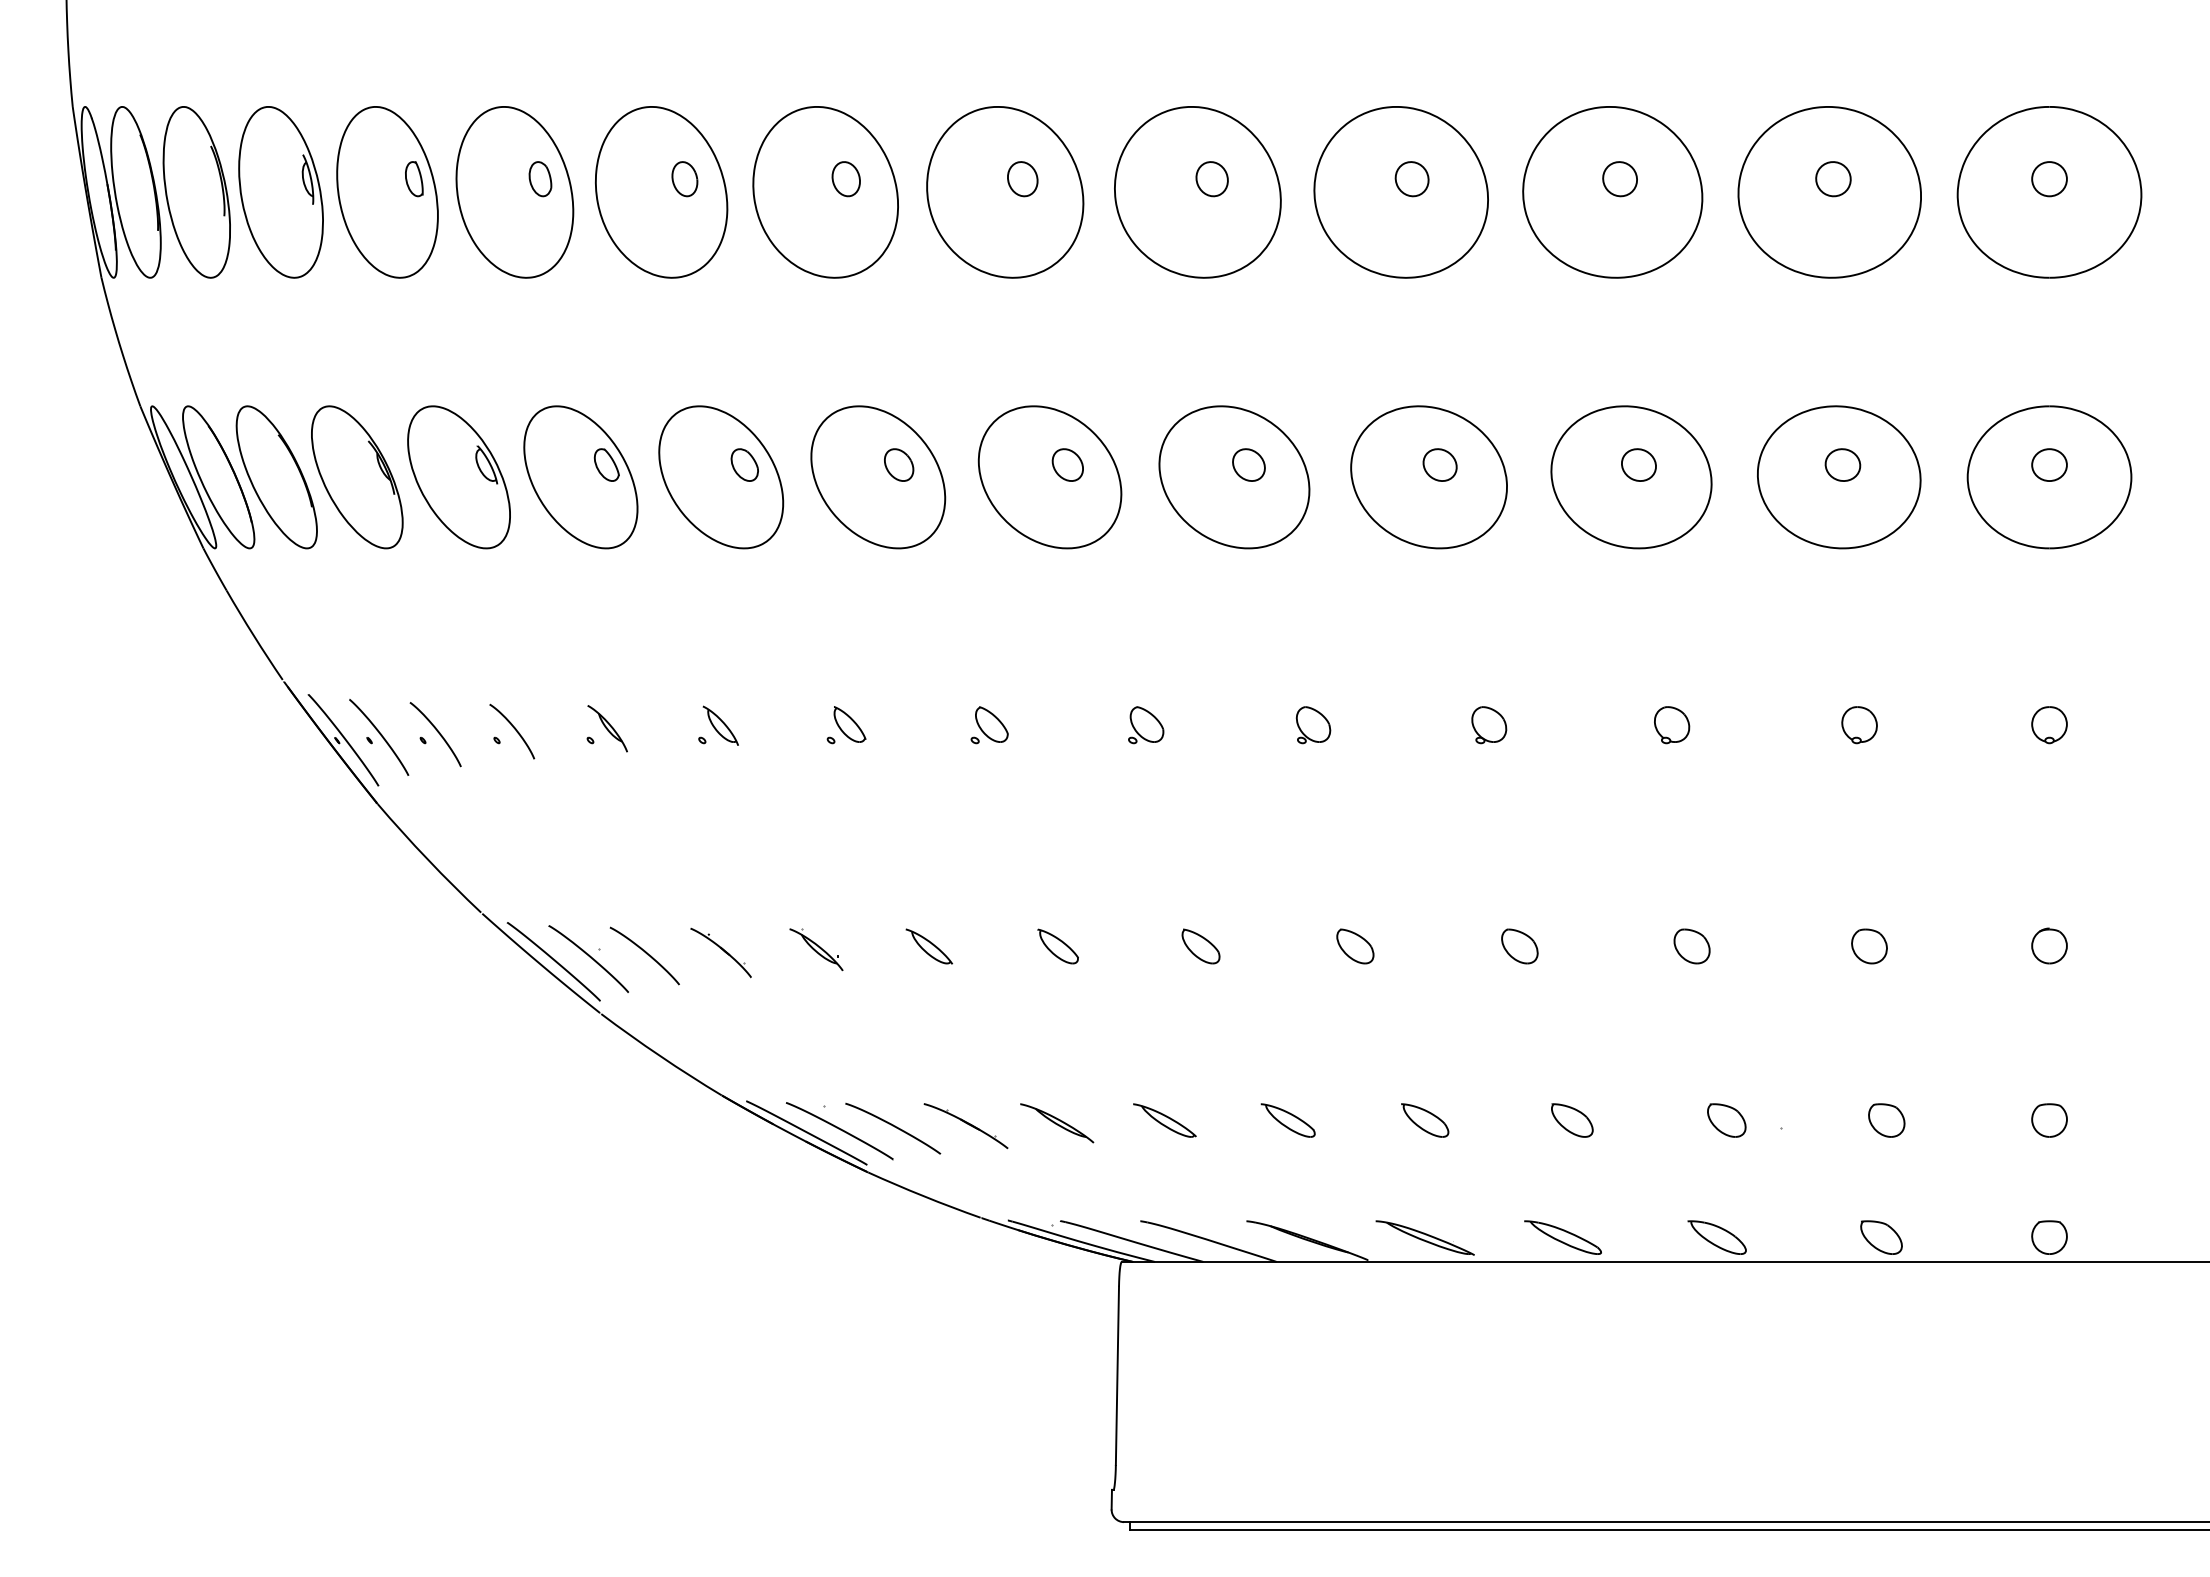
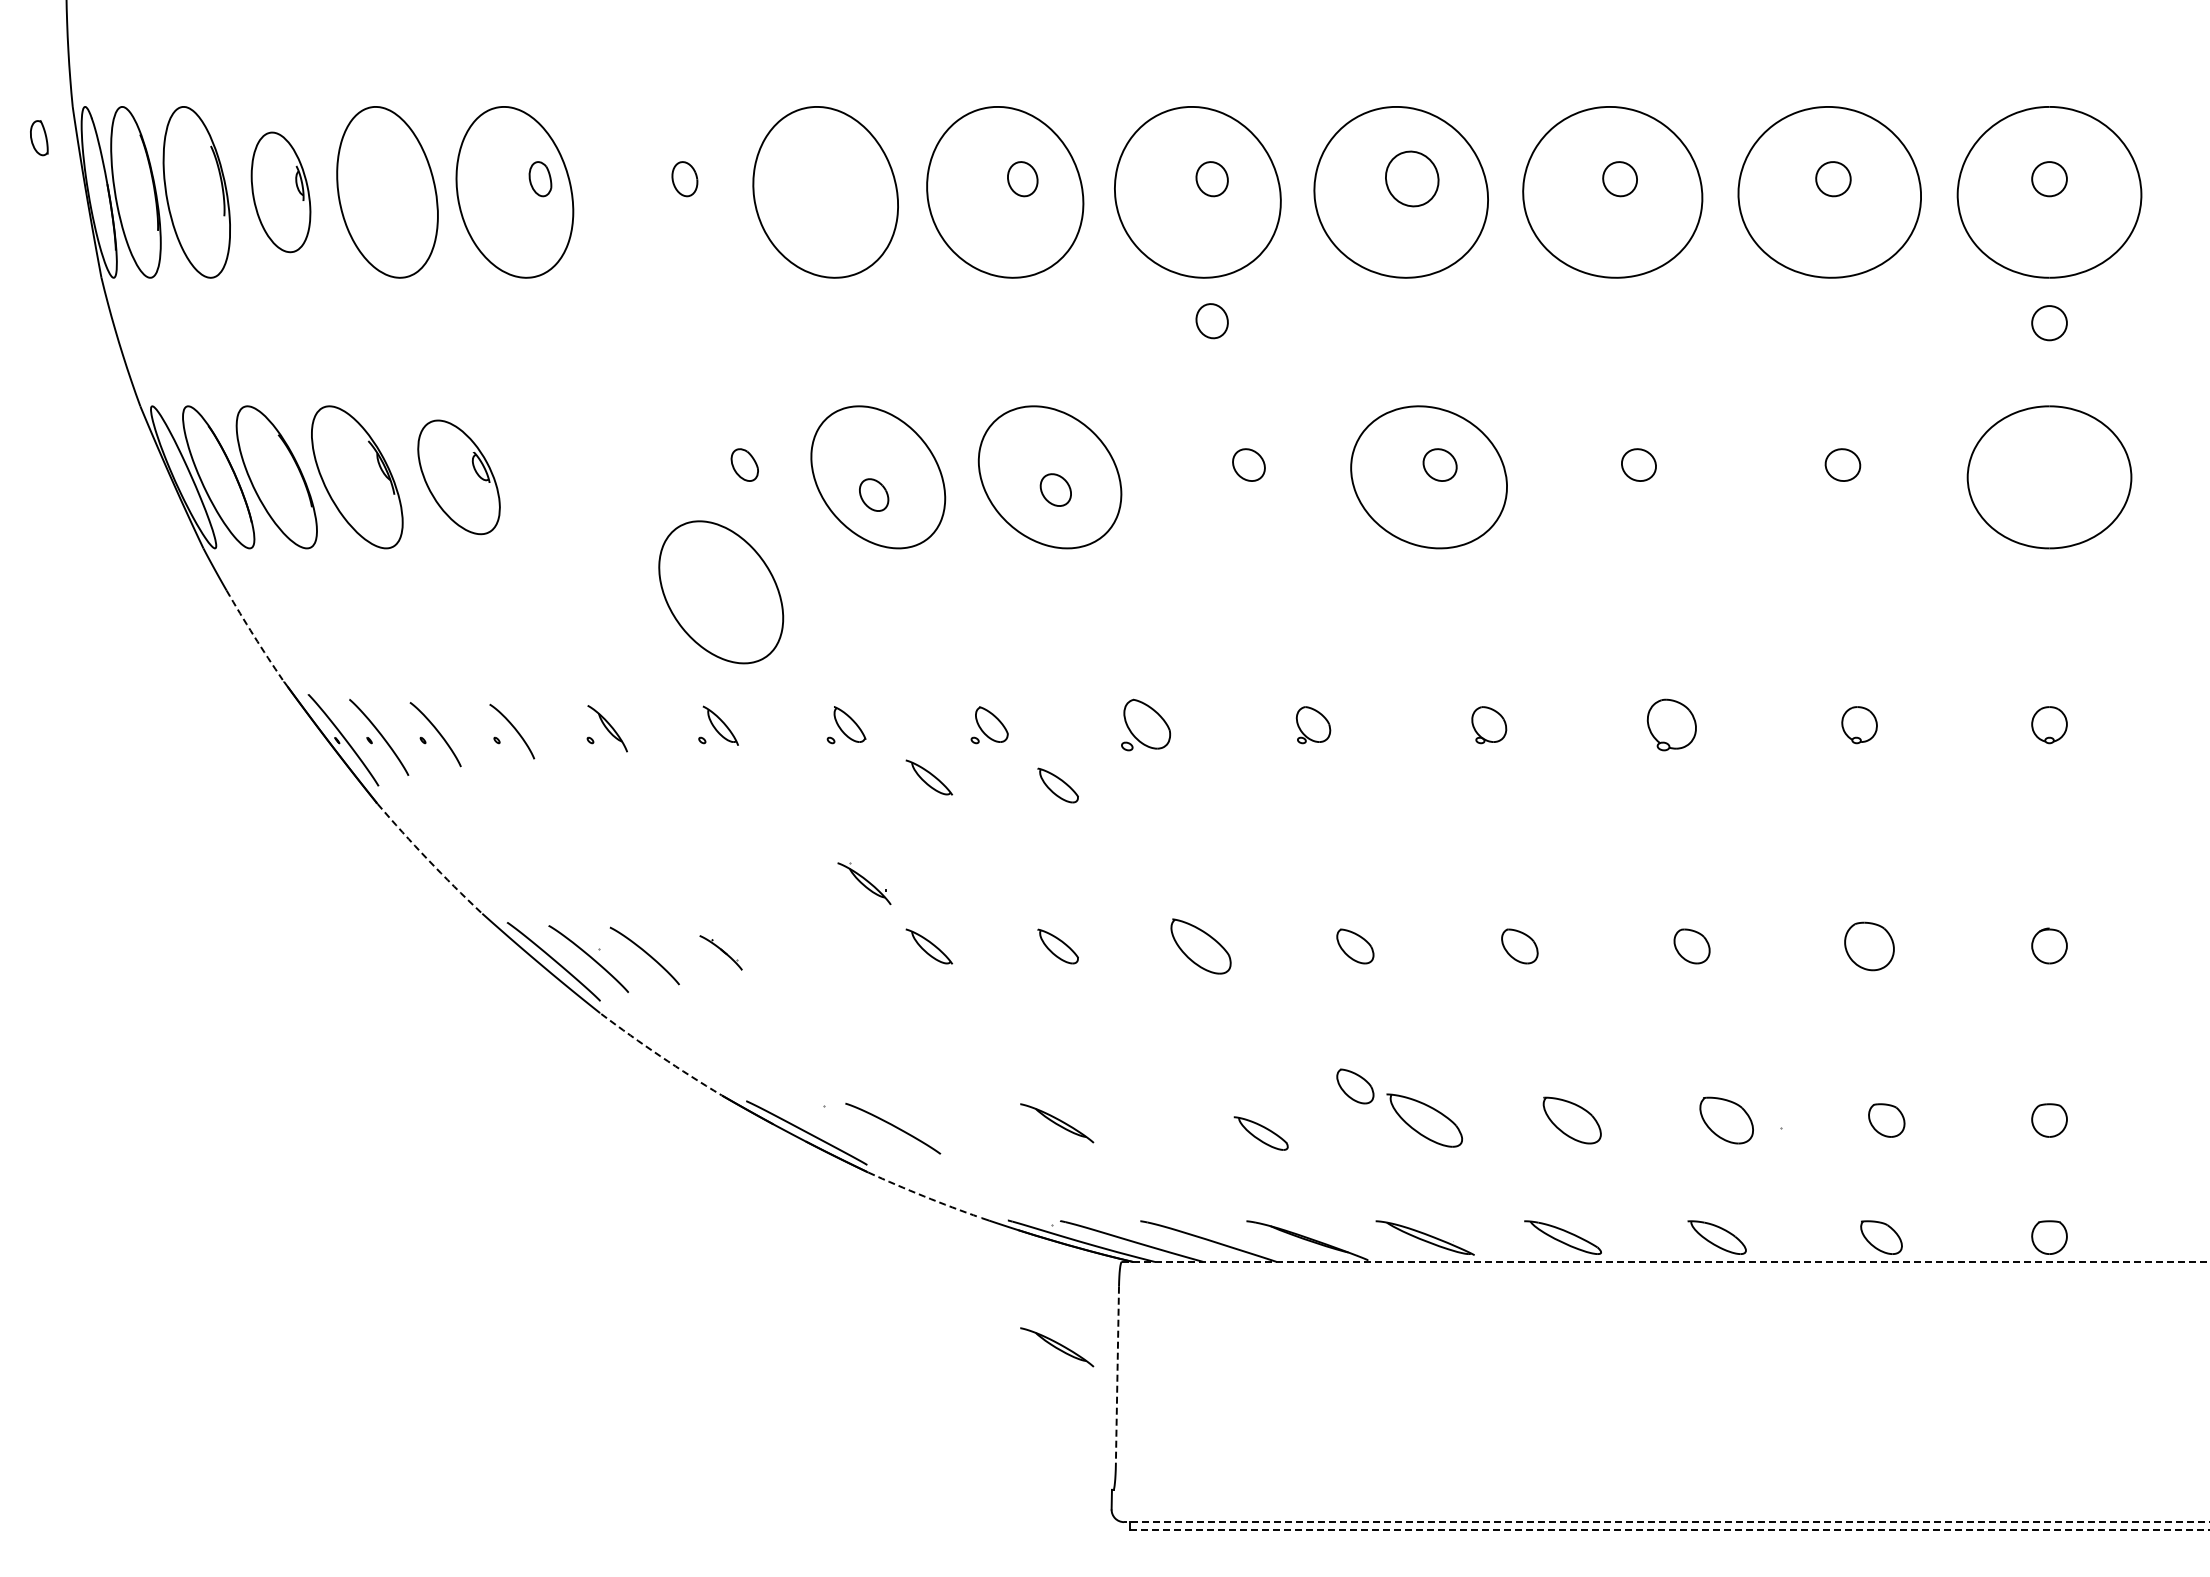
part at (414, 179) position: (414, 179) -> (39, 138)
part at (845, 179): present -> none
part at (1411, 179) size: 36x37 px -> 55x58 px
part at (280, 192) size: 86x173 px -> 62x123 px
part at (661, 192): present -> none
part at (1211, 321): none -> present
part at (2049, 323): none -> present
part at (899, 464) position: (899, 464) -> (874, 494)
part at (1067, 464) position: (1067, 464) -> (1055, 489)
part at (2049, 464): present -> none
part at (458, 477) size: 104x145 px -> 84x117 px
part at (580, 477): present -> none
part at (721, 477) position: (721, 477) -> (721, 592)
part at (1234, 477): present -> none
part at (1631, 477): present -> none
part at (1839, 477): present -> none
arc at (253, 635): solid -> dashed
part at (1146, 725) size: 37x39 px -> 51x54 px
part at (1672, 725) size: 37x39 px -> 51x54 px
part at (929, 777): none -> present
part at (1057, 785): none -> present
arc at (427, 859): solid -> dashed
part at (1200, 946) size: 40x37 px -> 62x57 px
part at (1869, 946) size: 37x37 px -> 51x51 px
part at (816, 949) position: (816, 949) -> (864, 883)
part at (720, 952) size: 62x52 px -> 44x36 px
arc at (660, 1056): solid -> dashed
part at (1355, 1086): none -> present
part at (1164, 1120): present -> none
part at (1287, 1120) position: (1287, 1120) -> (1260, 1133)
part at (1425, 1120) size: 49x35 px -> 77x55 px
part at (1572, 1120) size: 43x35 px -> 60x49 px
part at (1726, 1120) size: 40x35 px -> 55x49 px
part at (965, 1126): present -> none
part at (839, 1131): present -> none
arc at (924, 1196): solid -> dashed
line at (1665, 1262): solid -> dashed
part at (1057, 1347): none -> present
line at (1117, 1376): solid -> dashed
line at (1666, 1522): solid -> dashed
line at (1669, 1529): solid -> dashed
